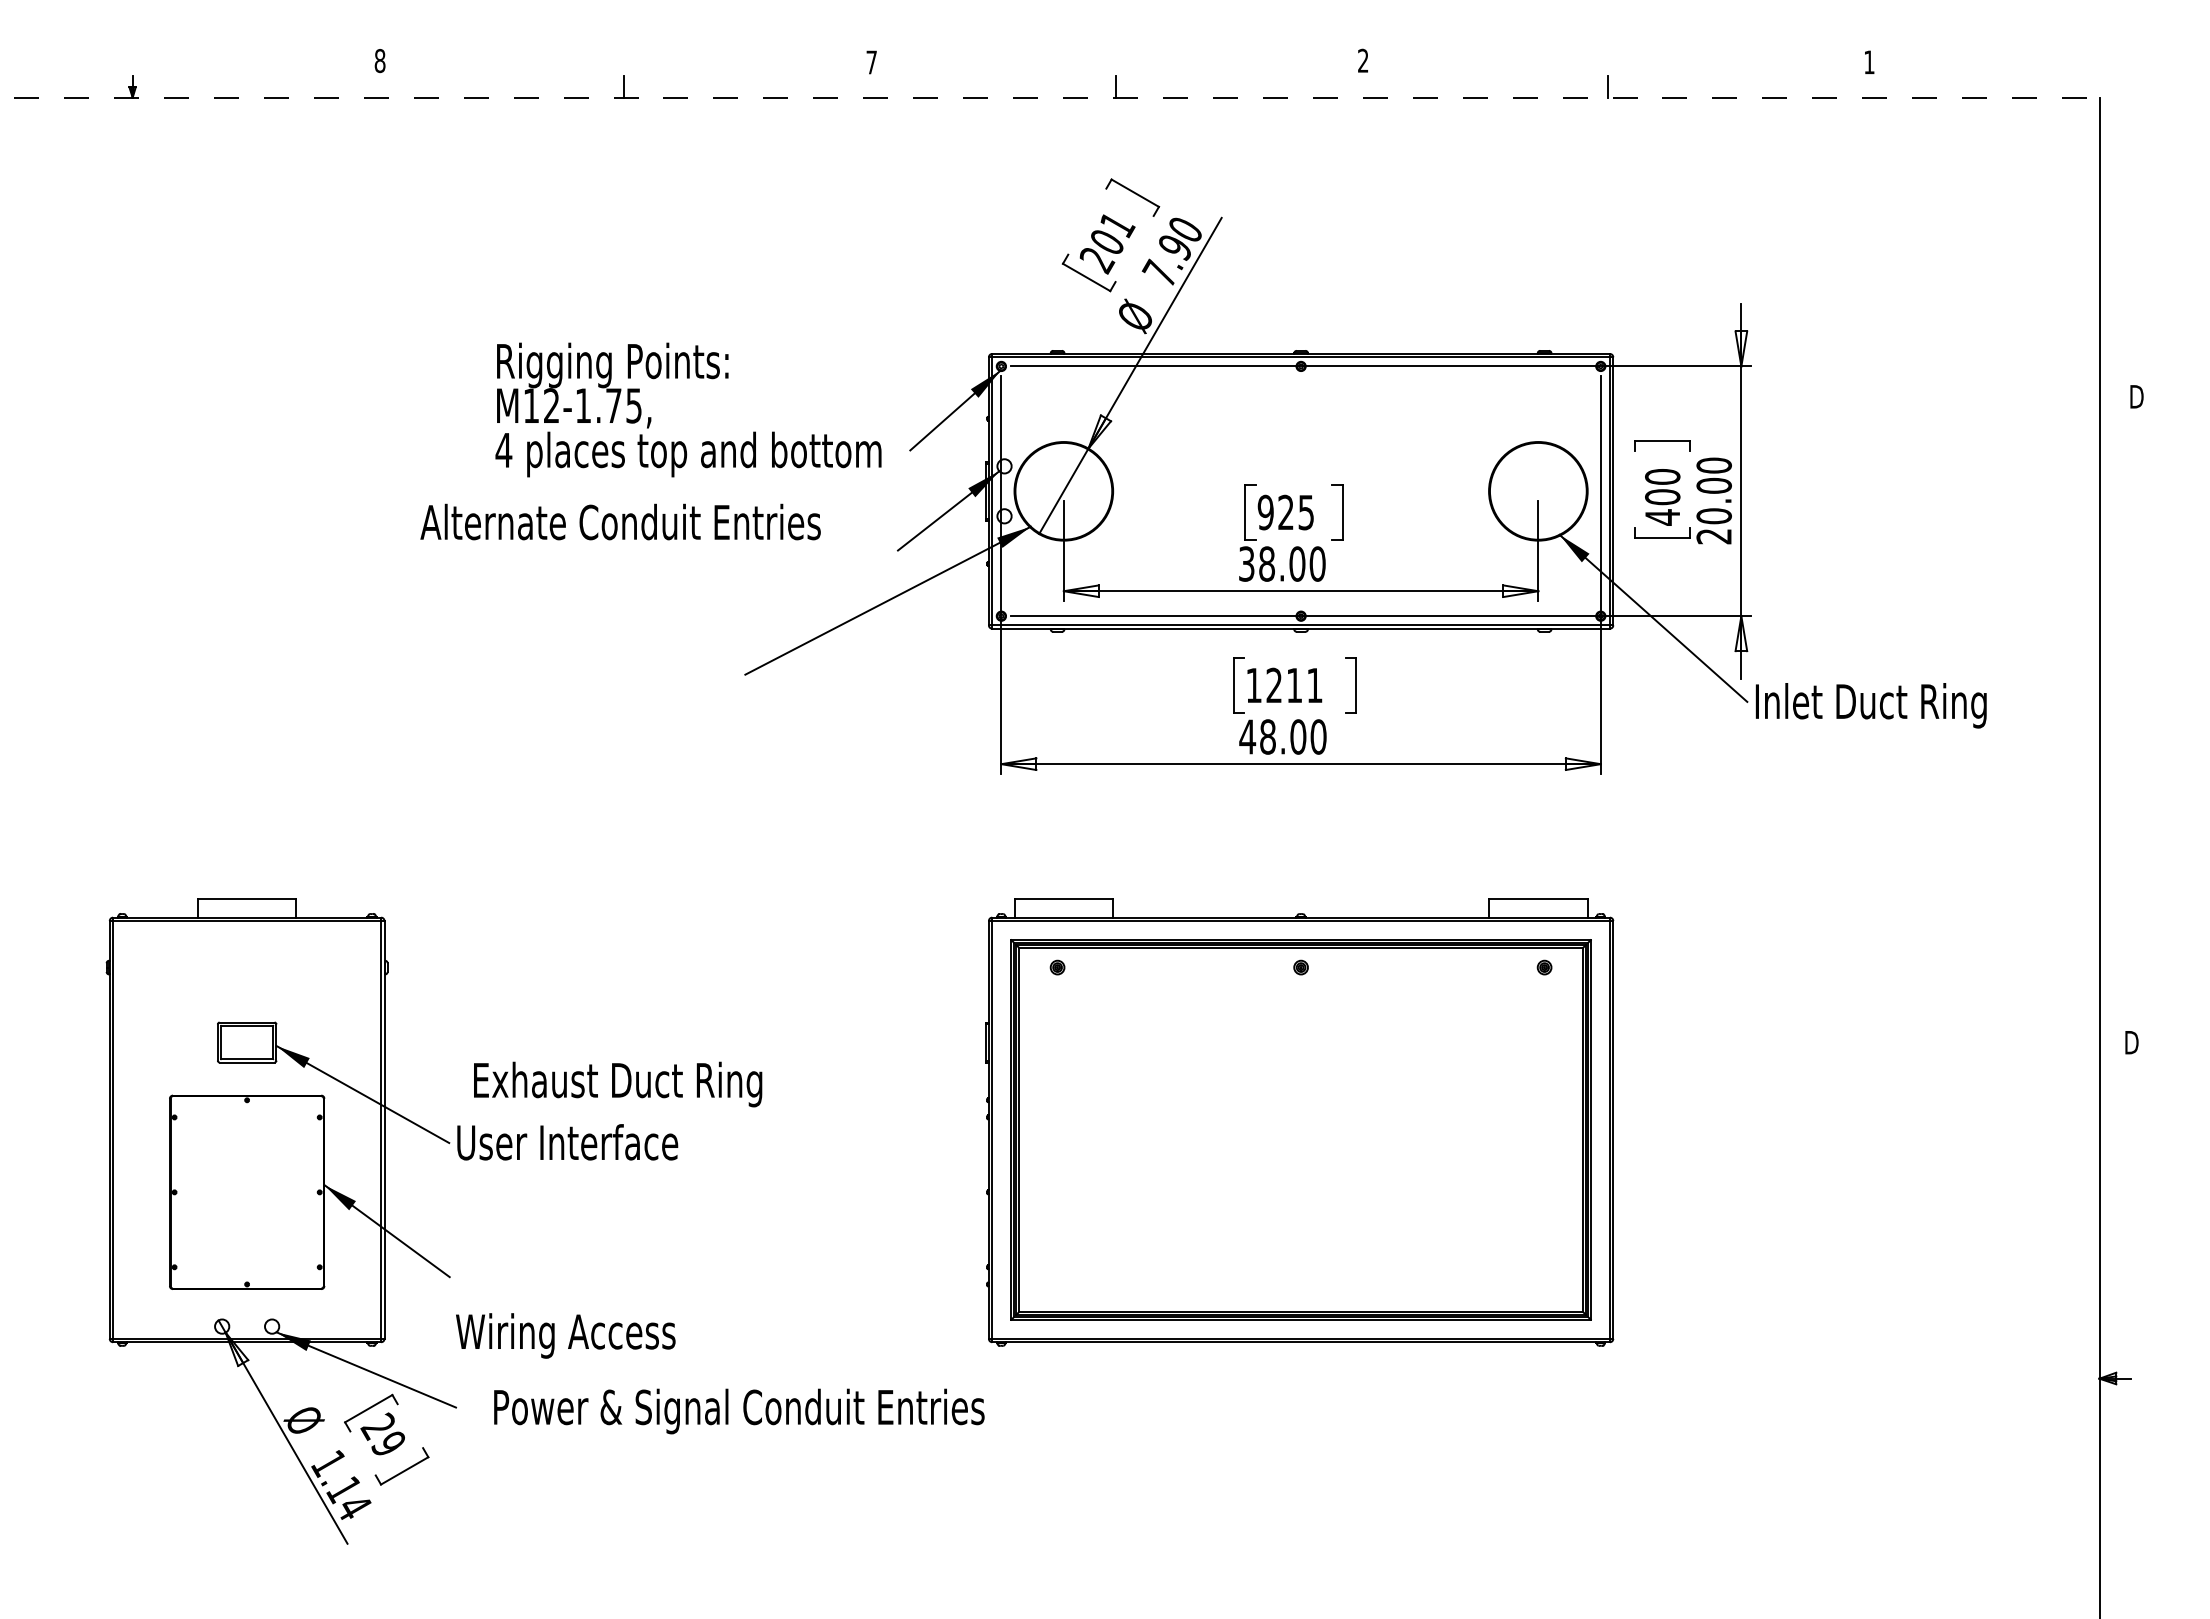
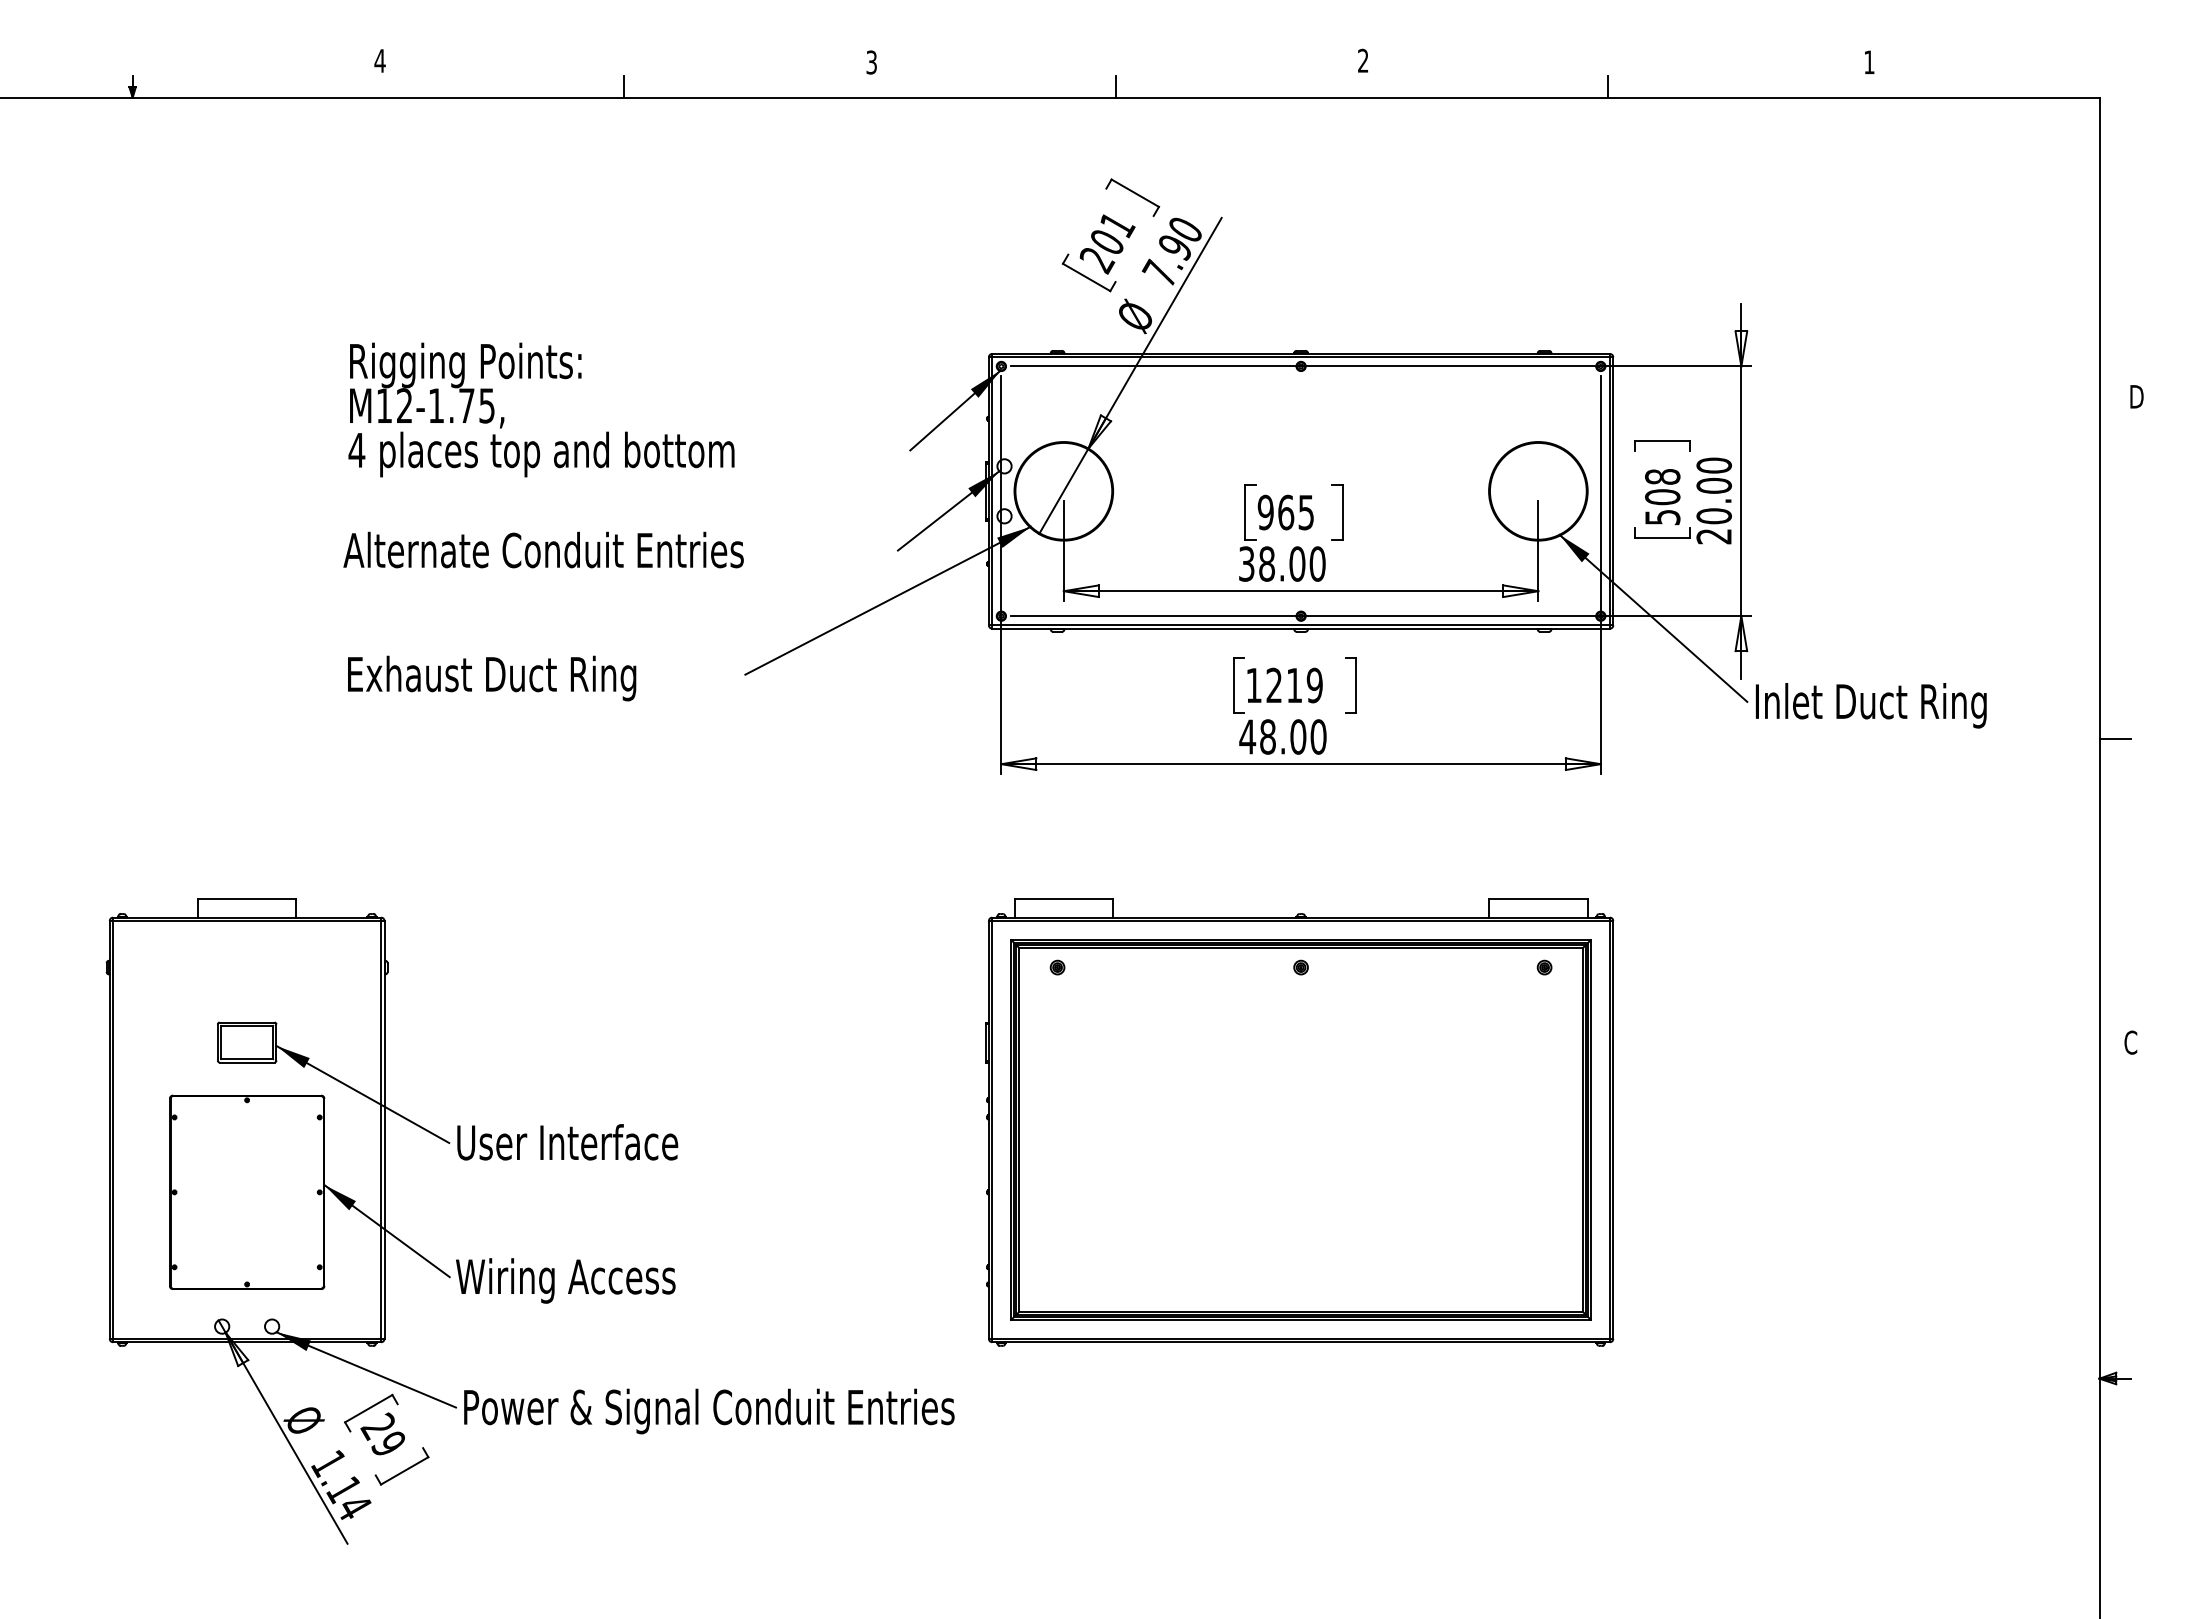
text at (379, 61): 8 -> 4
text at (871, 62): 7 -> 3
line at (1050, 97): dashed -> solid
text at (688, 409) position: (688, 409) -> (541, 409)
text at (1662, 497): 400 -> 508
text at (1286, 512): 925 -> 965
text at (620, 521) position: (620, 521) -> (543, 549)
text at (1314, 685): 1211 -> 1219
line at (2114, 738): none -> present
text at (2131, 1042): D -> C
text at (618, 1084) position: (618, 1084) -> (492, 678)
text at (565, 1335) position: (565, 1335) -> (565, 1280)
text at (739, 1411) position: (739, 1411) -> (709, 1411)
